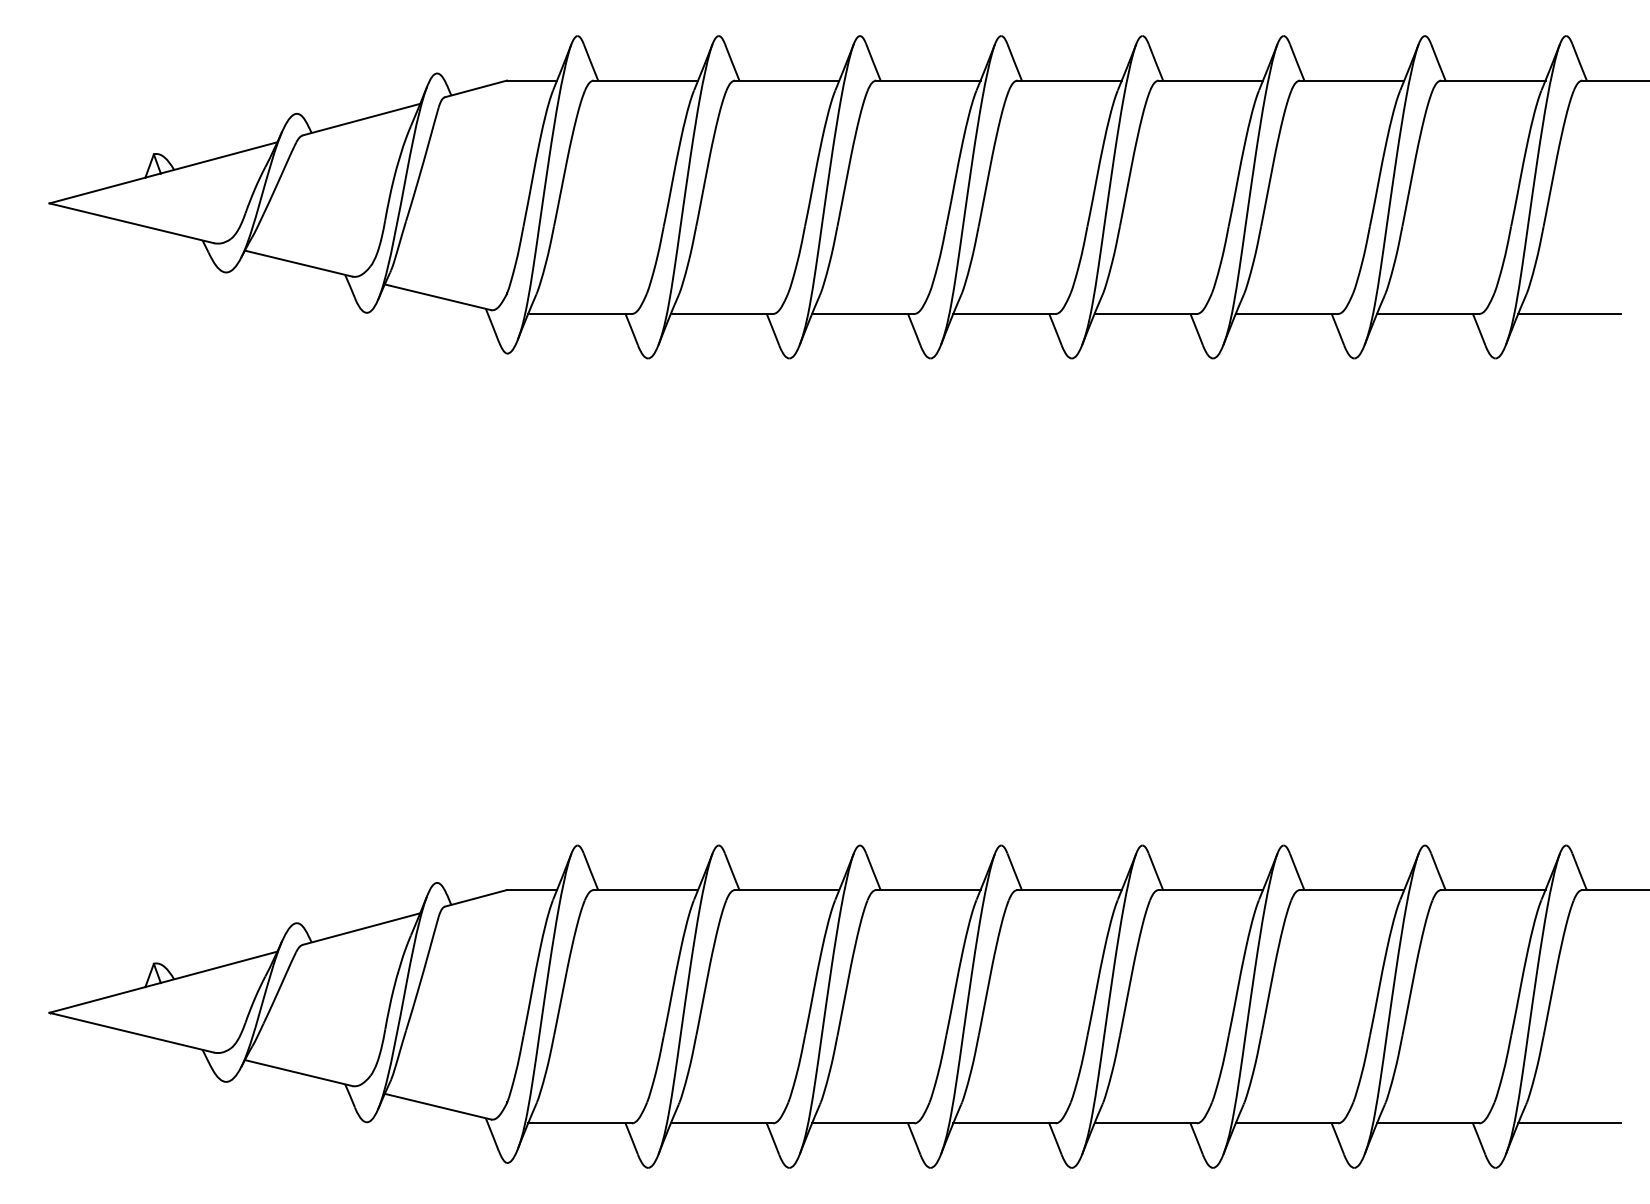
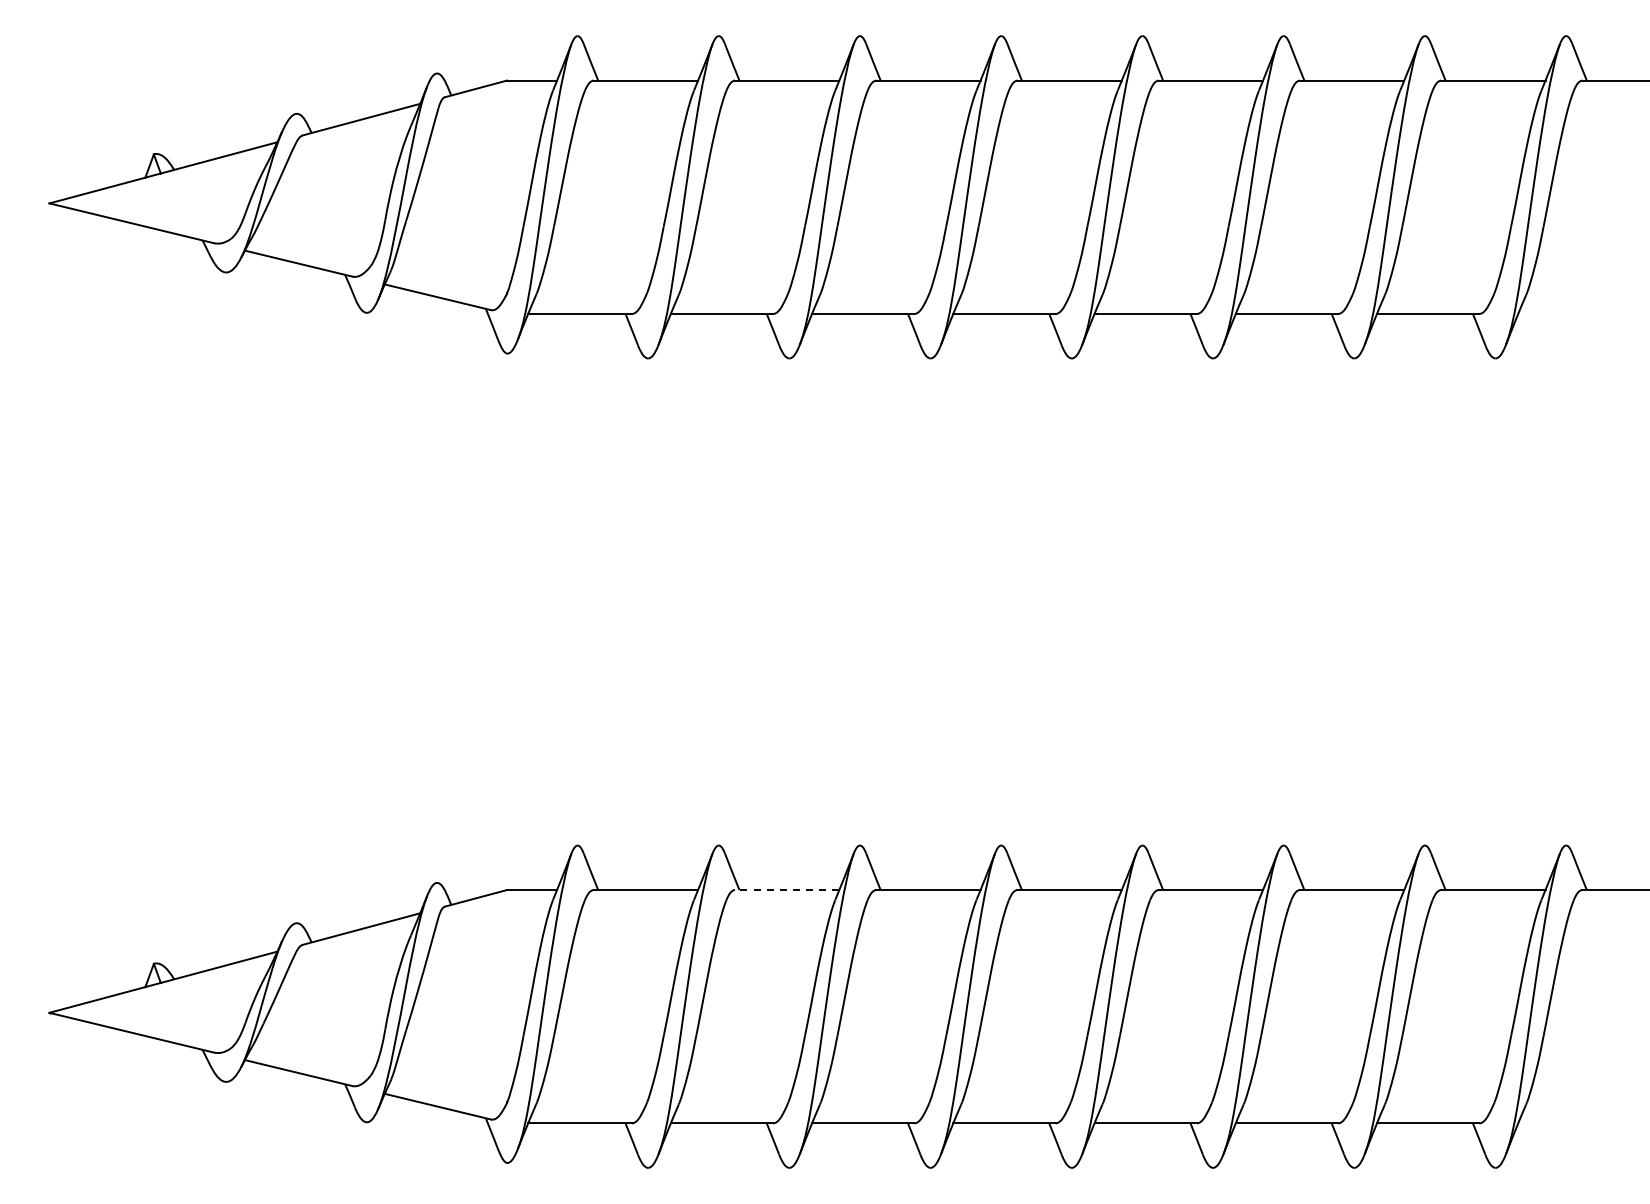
line at (1569, 313): present -> none
line at (786, 890): solid -> dashed
line at (1569, 1123): present -> none
